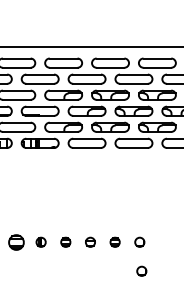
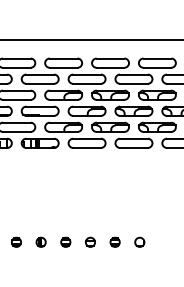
line at (91, 47) position: (91, 47) -> (91, 40)
part at (16, 242) size: 17x17 px -> 11x12 px
part at (141, 270): present -> none
